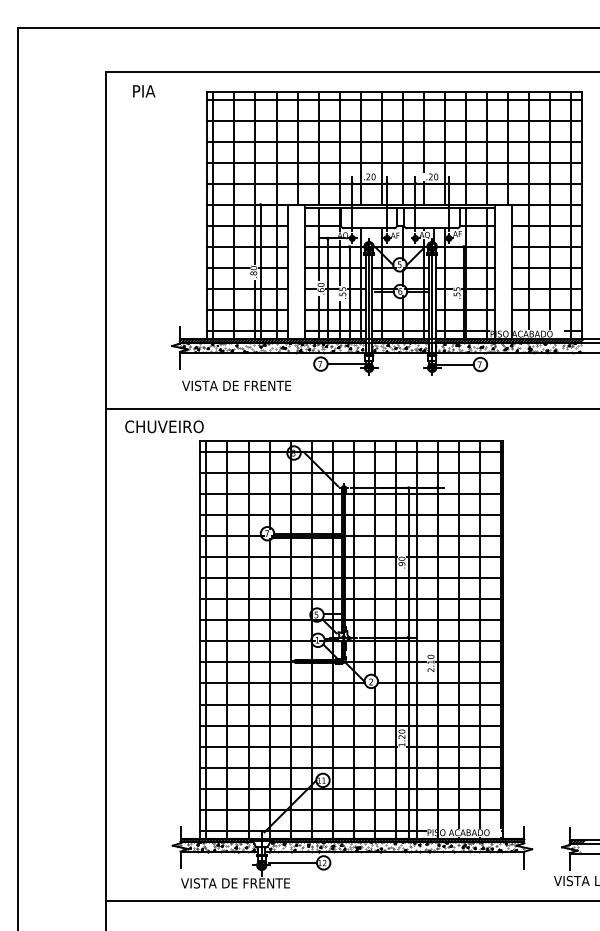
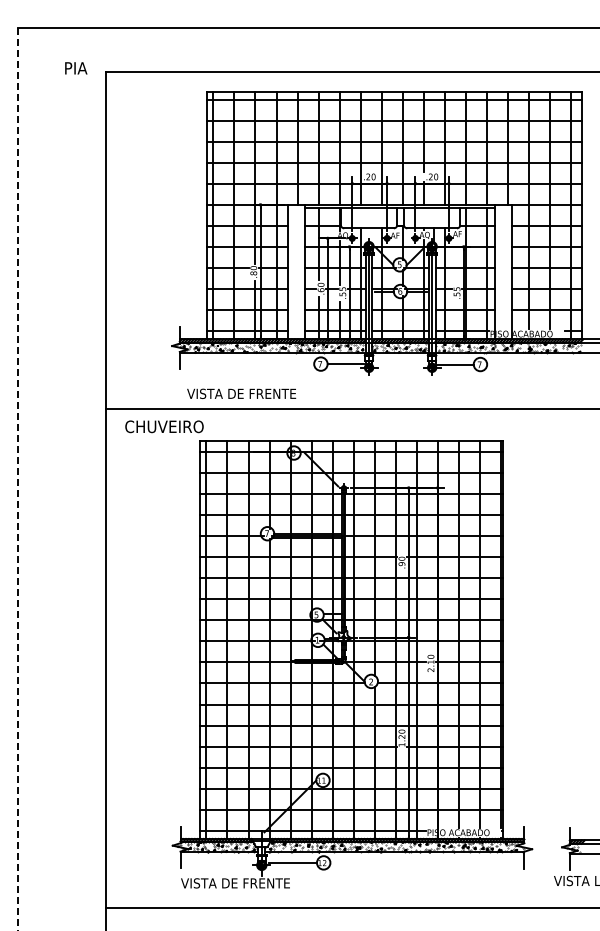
text at (144, 91) position: (144, 91) -> (76, 68)
text at (236, 385) position: (236, 385) -> (241, 393)
line at (18, 479): solid -> dashed
line at (350, 901) position: (350, 901) -> (350, 908)
